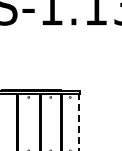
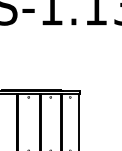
line at (78, 121): dashed -> solid
